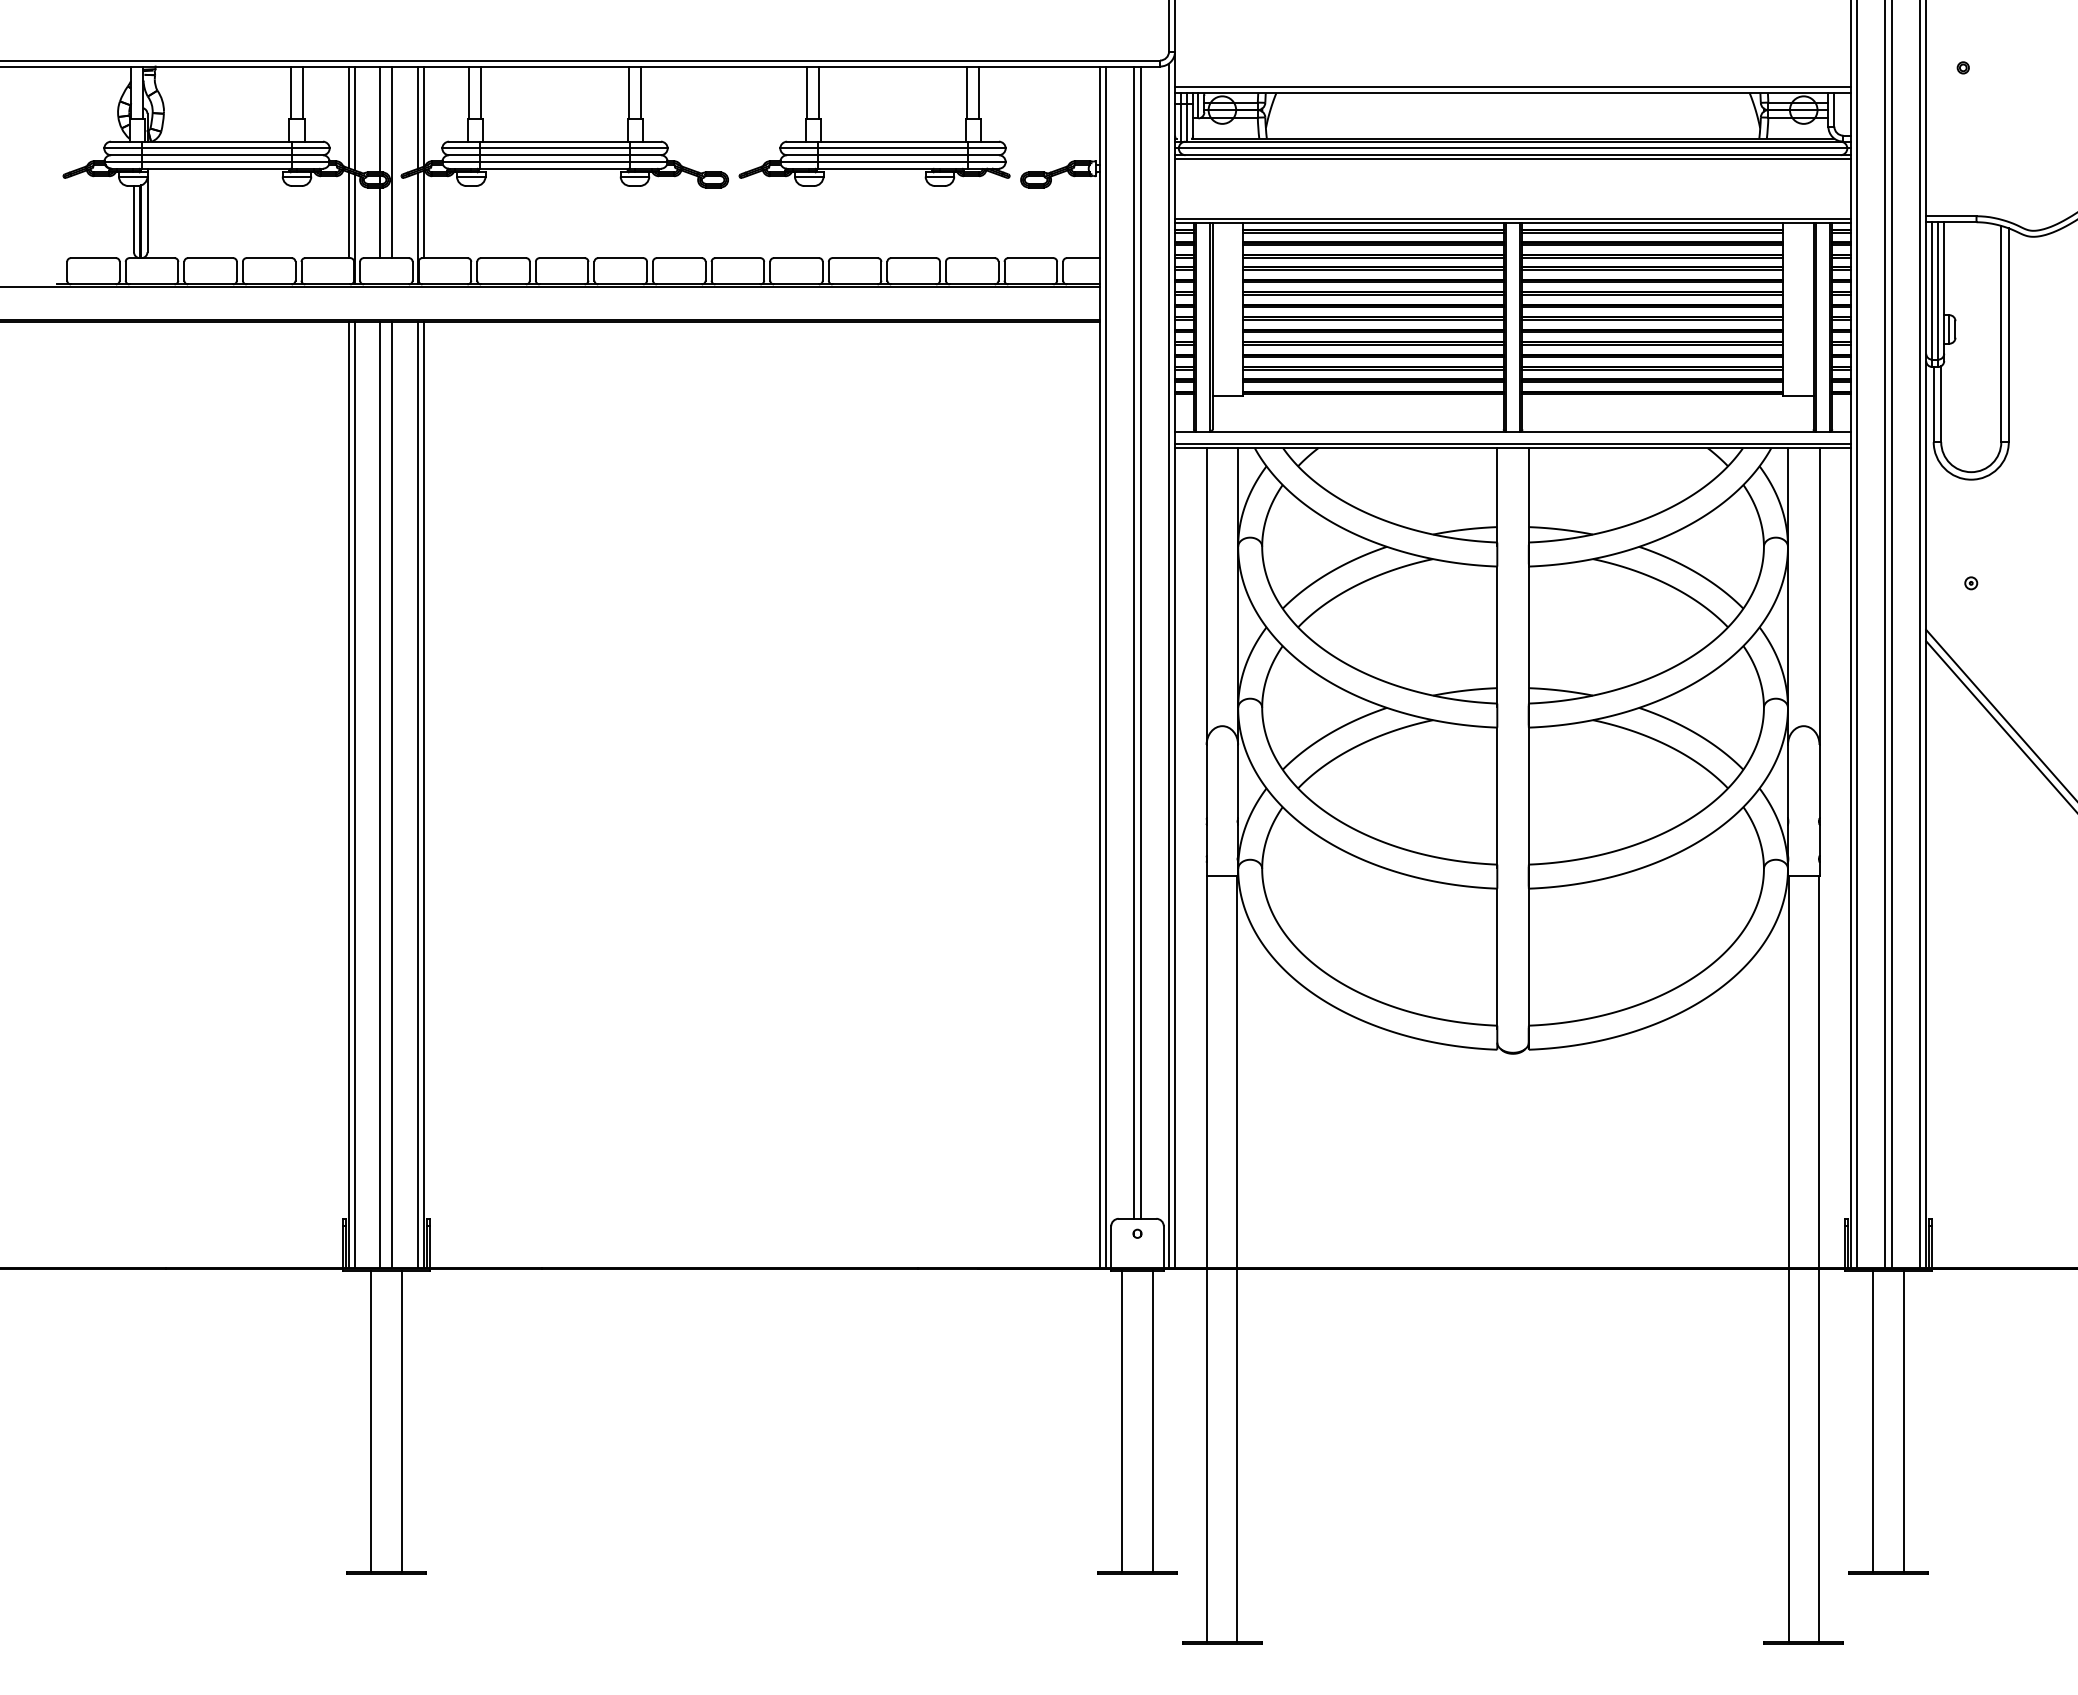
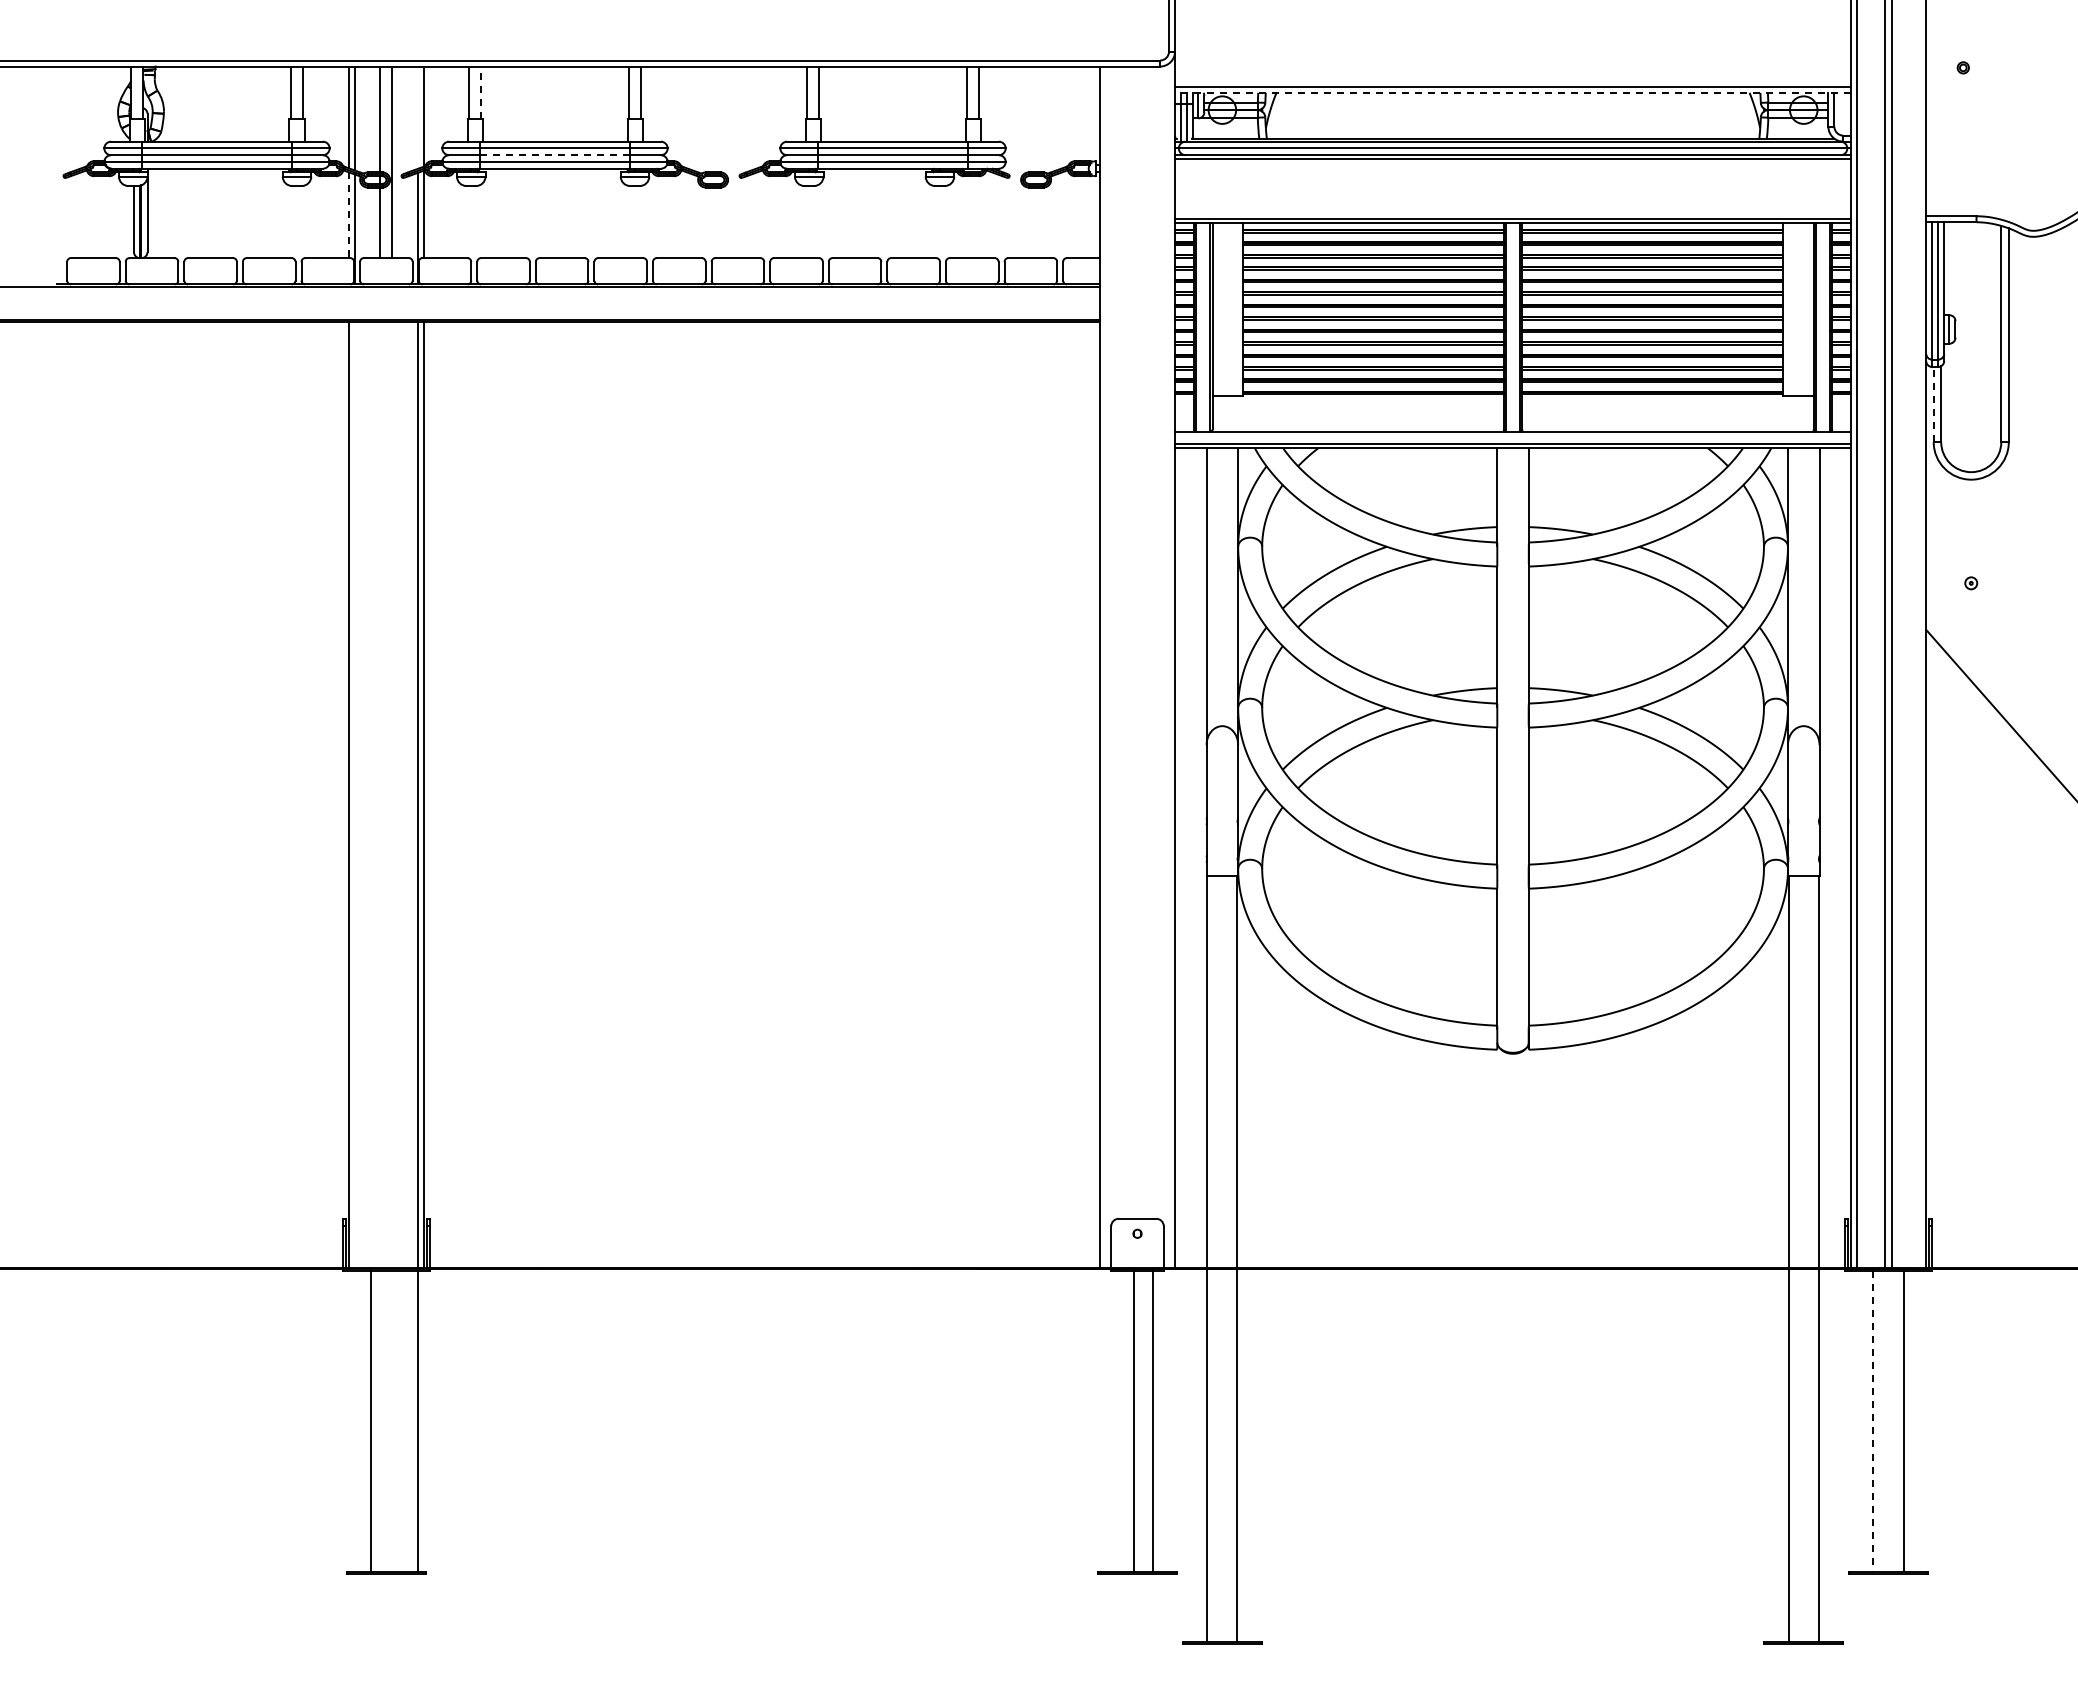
line at (481, 92): solid -> dashed
line at (1512, 92): solid -> dashed
line at (417, 117): present -> none
line at (554, 155): solid -> dashed
line at (348, 215): solid -> dashed
line at (1933, 404): solid -> dashed
line at (1920, 635): present -> none
line at (1133, 642): present -> none
line at (1141, 642): present -> none
line at (1169, 665): present -> none
line at (1105, 667): present -> none
line at (2000, 725): present -> none
line at (354, 794): present -> none
line at (380, 794): present -> none
line at (392, 794): present -> none
line at (402, 1421) position: (402, 1421) -> (418, 1421)
line at (1121, 1421) position: (1121, 1421) -> (1133, 1421)
line at (1872, 1422): solid -> dashed
